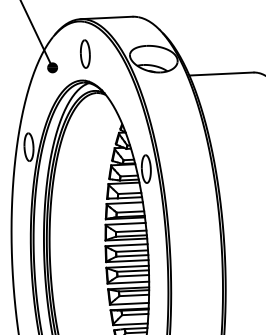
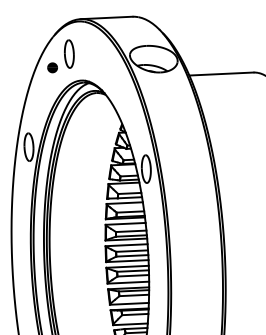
line at (35, 32): present -> none
part at (85, 53) position: (85, 53) -> (69, 53)
